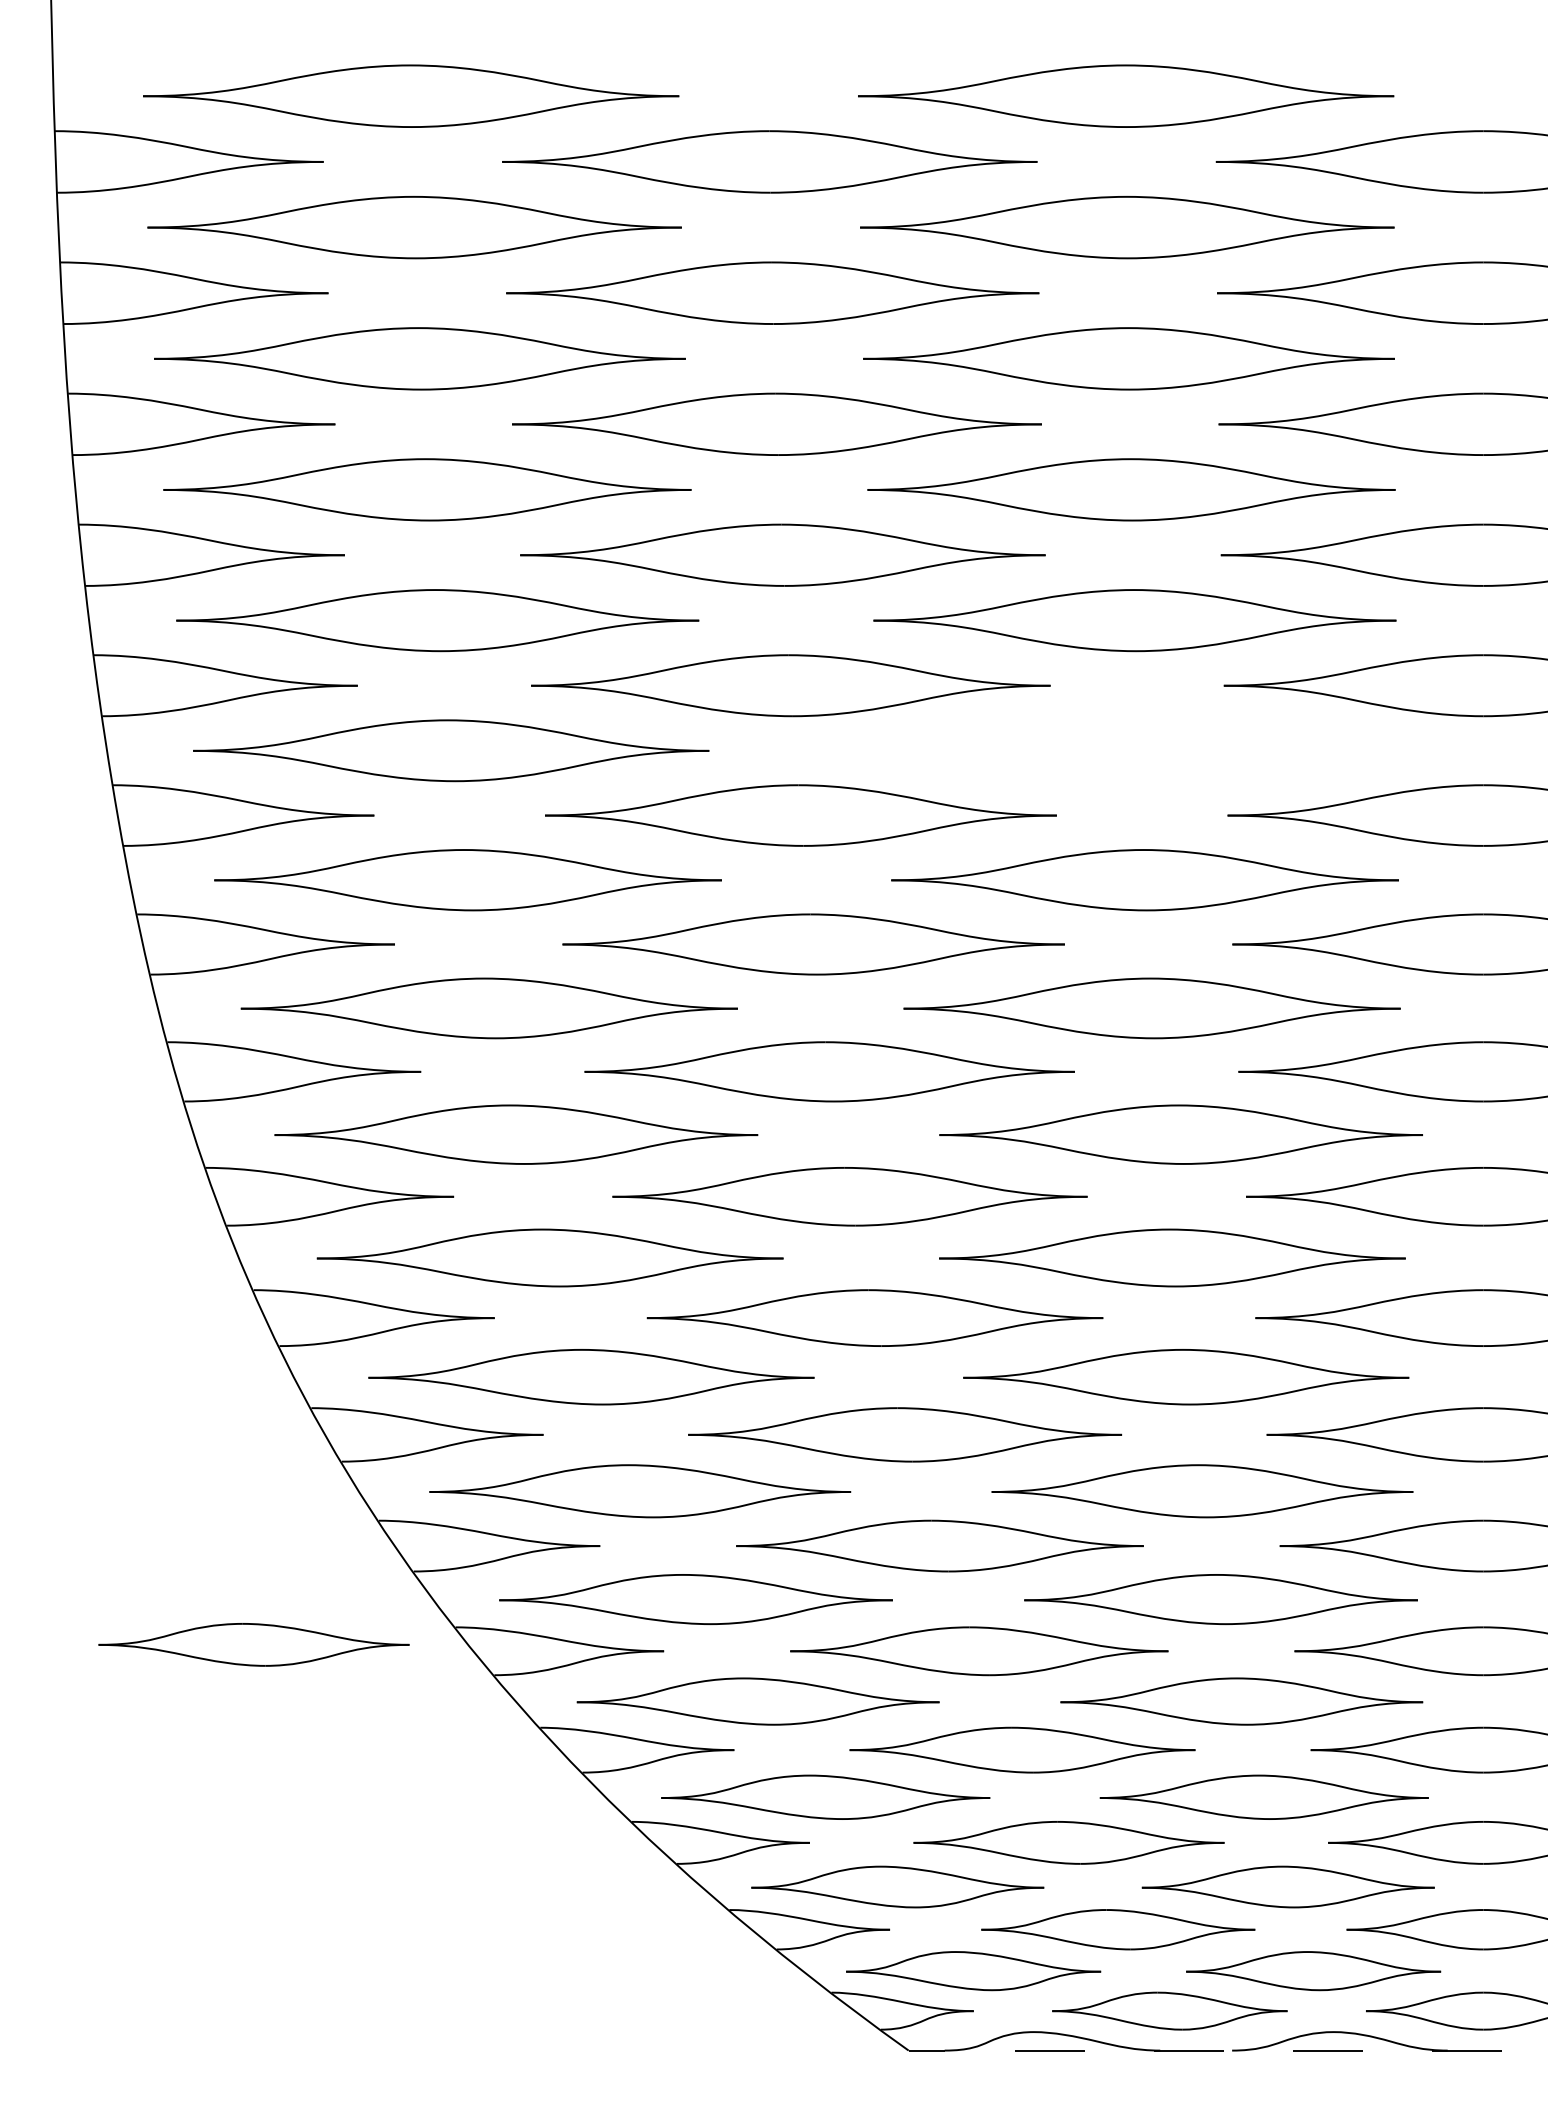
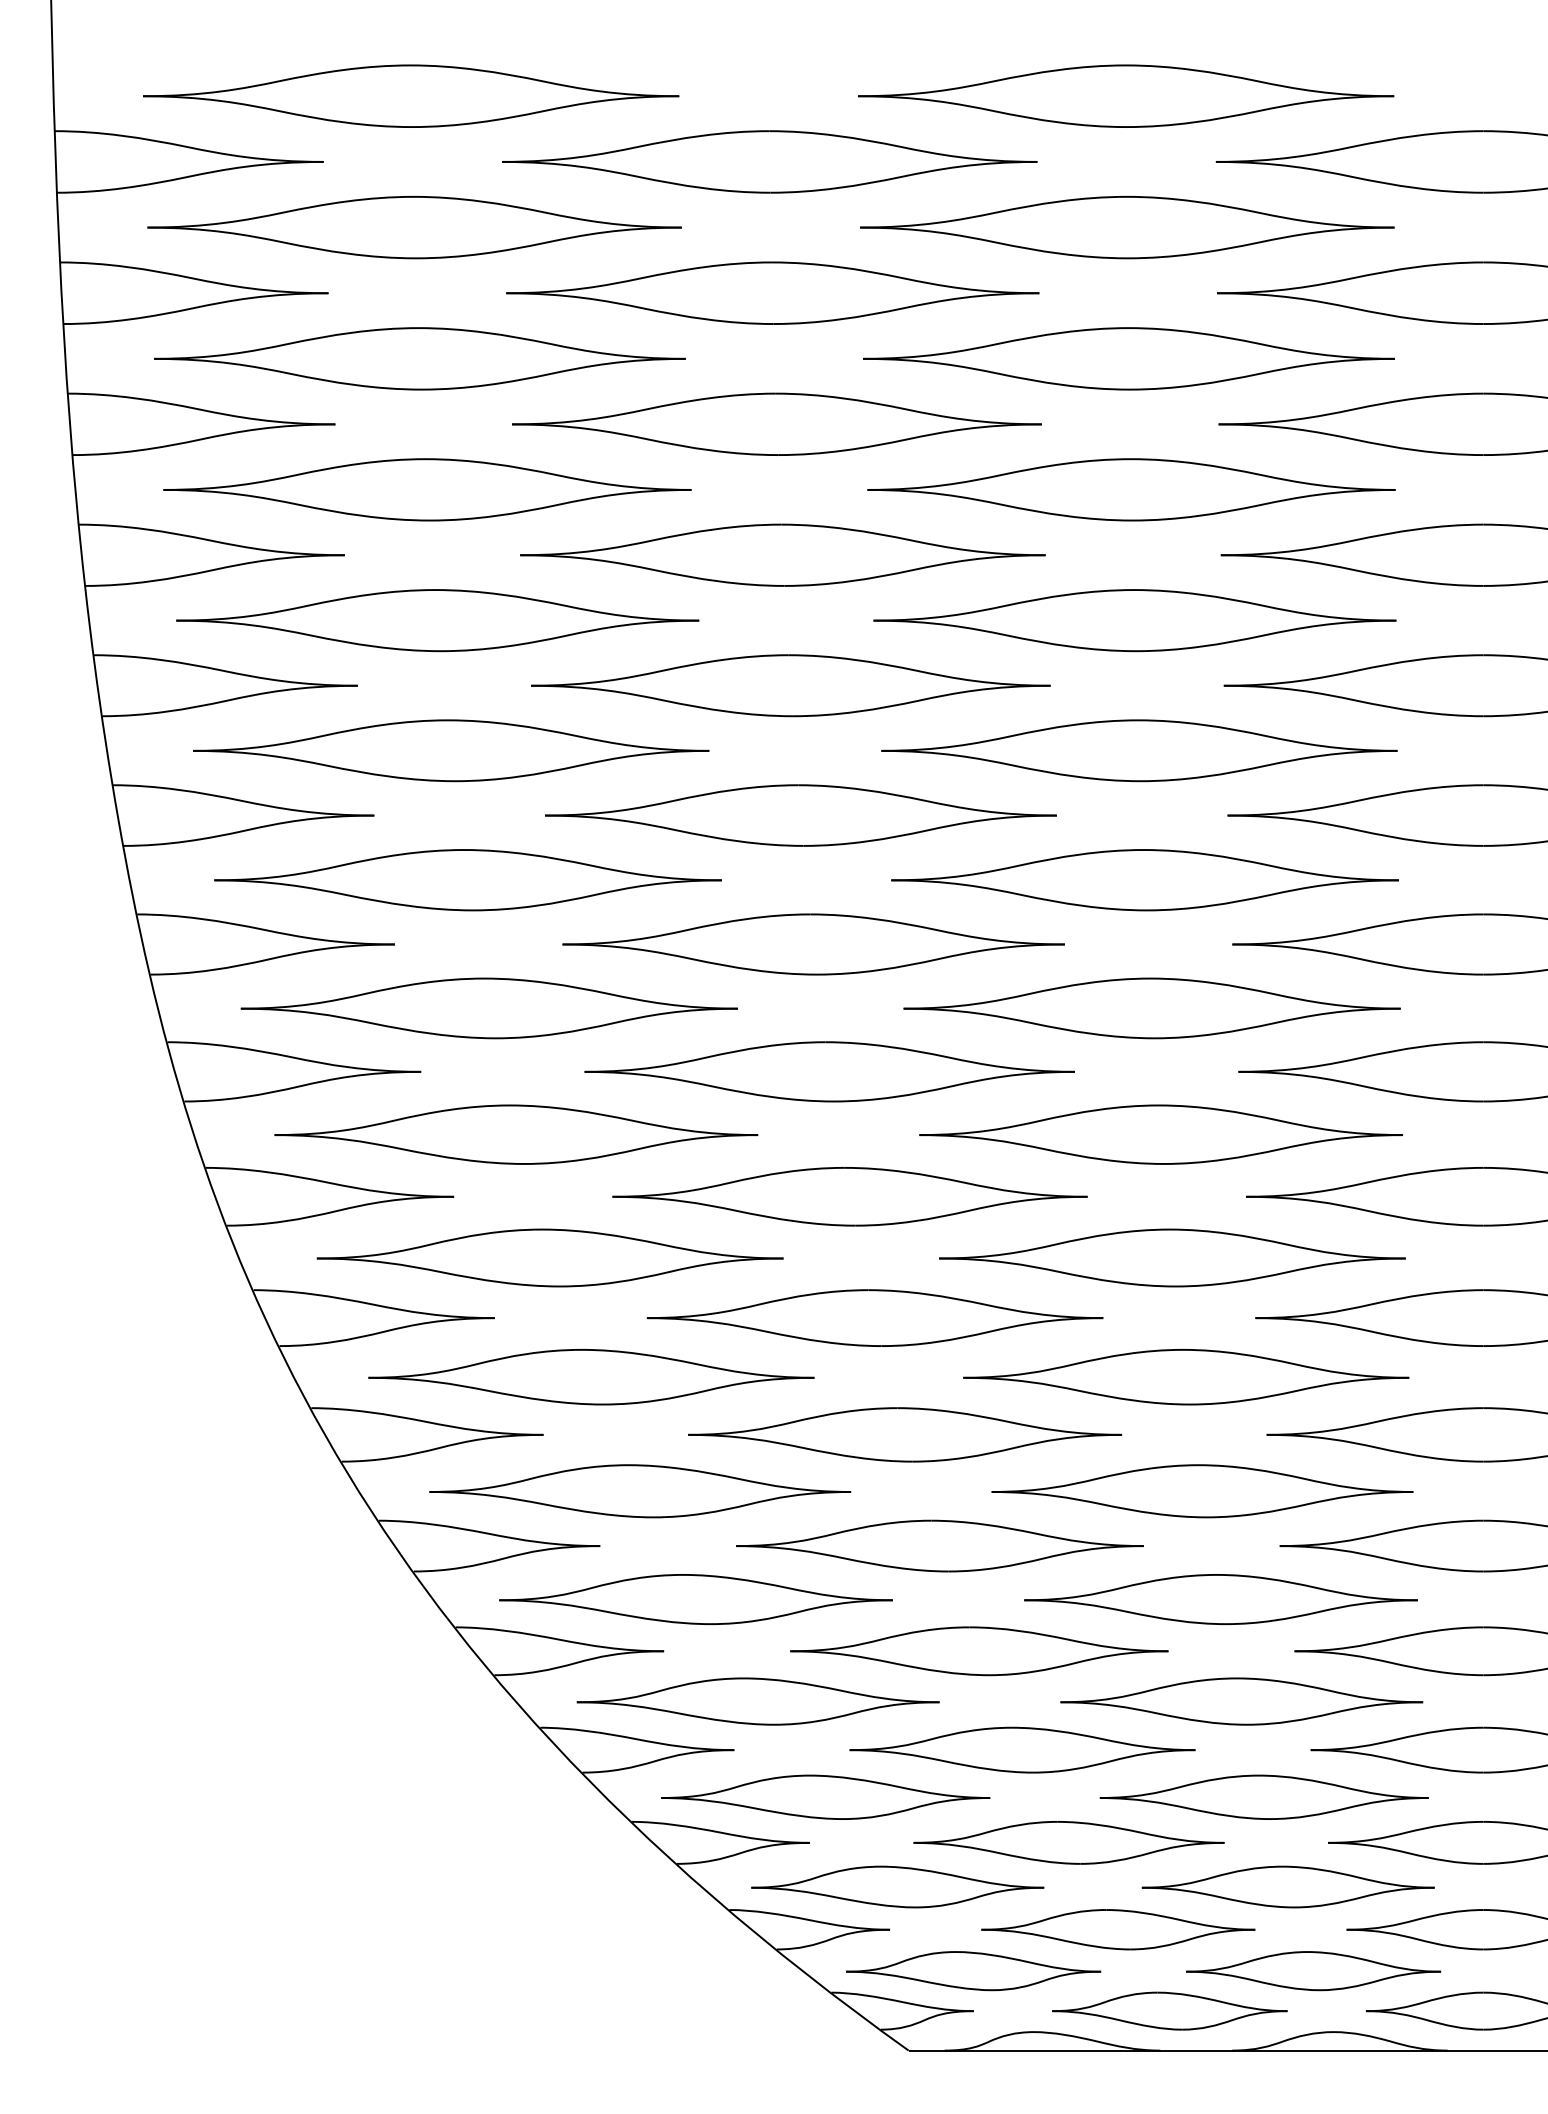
part at (1139, 750): none -> present
part at (1180, 1134) position: (1180, 1134) -> (1160, 1134)
part at (253, 1644): present -> none
line at (1227, 2050): dashed -> solid
